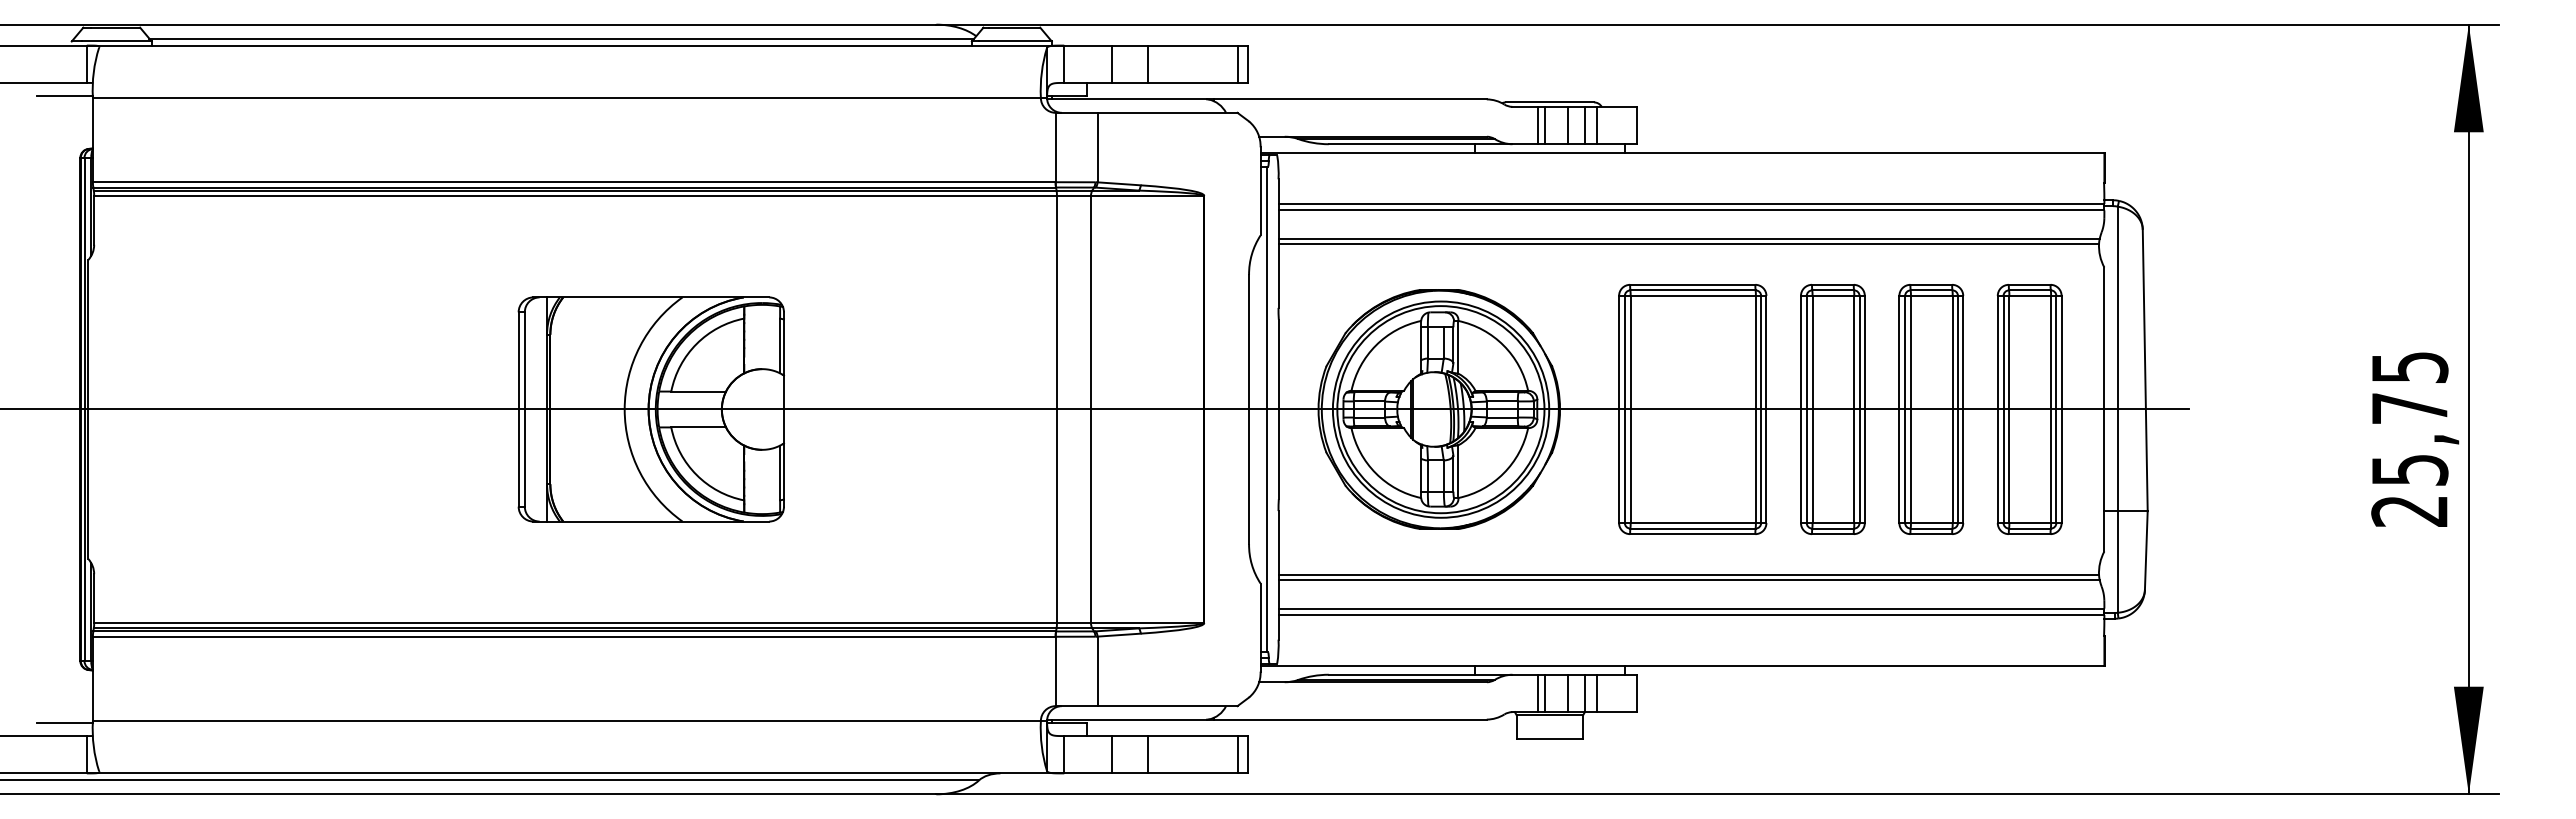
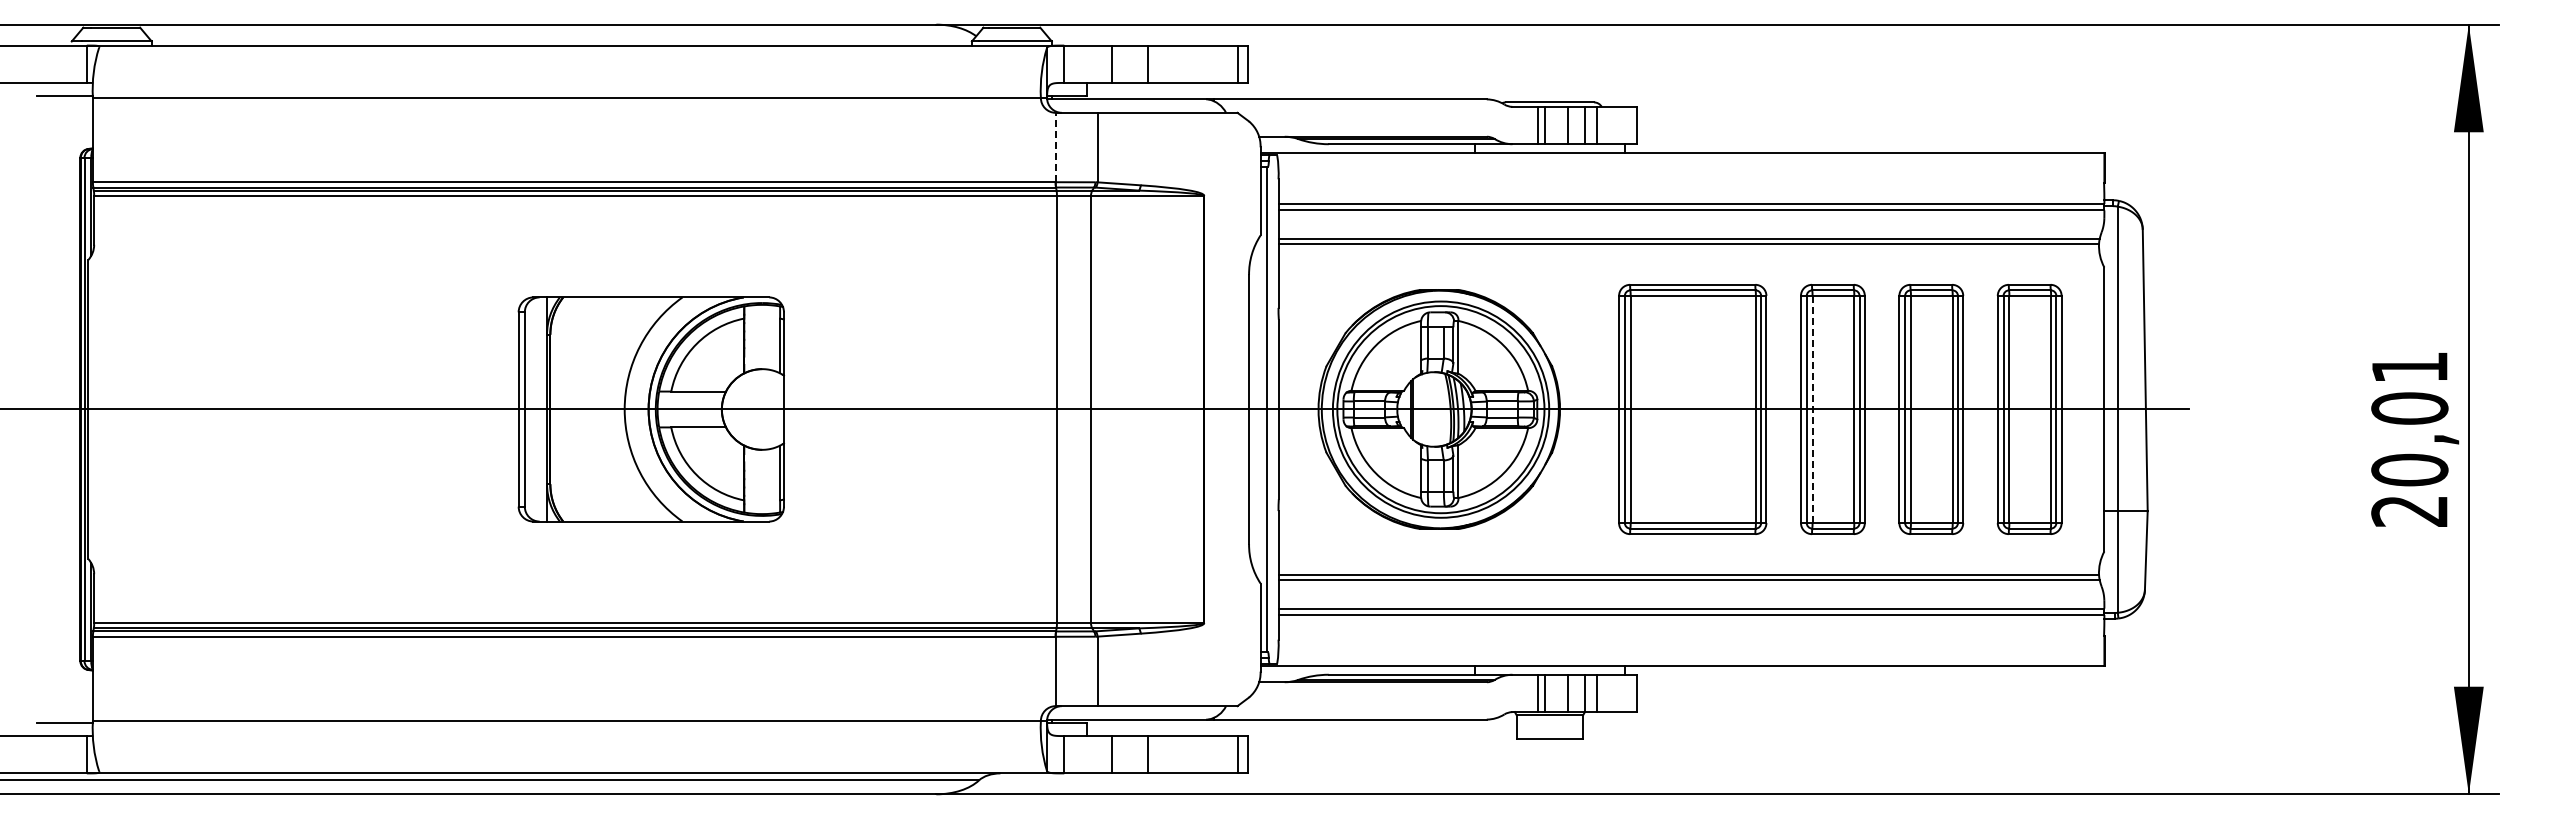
line at (561, 38): present -> none
line at (1055, 147): solid -> dashed
line at (1812, 409): solid -> dashed
text at (2409, 419): 25,75 -> 20,01
